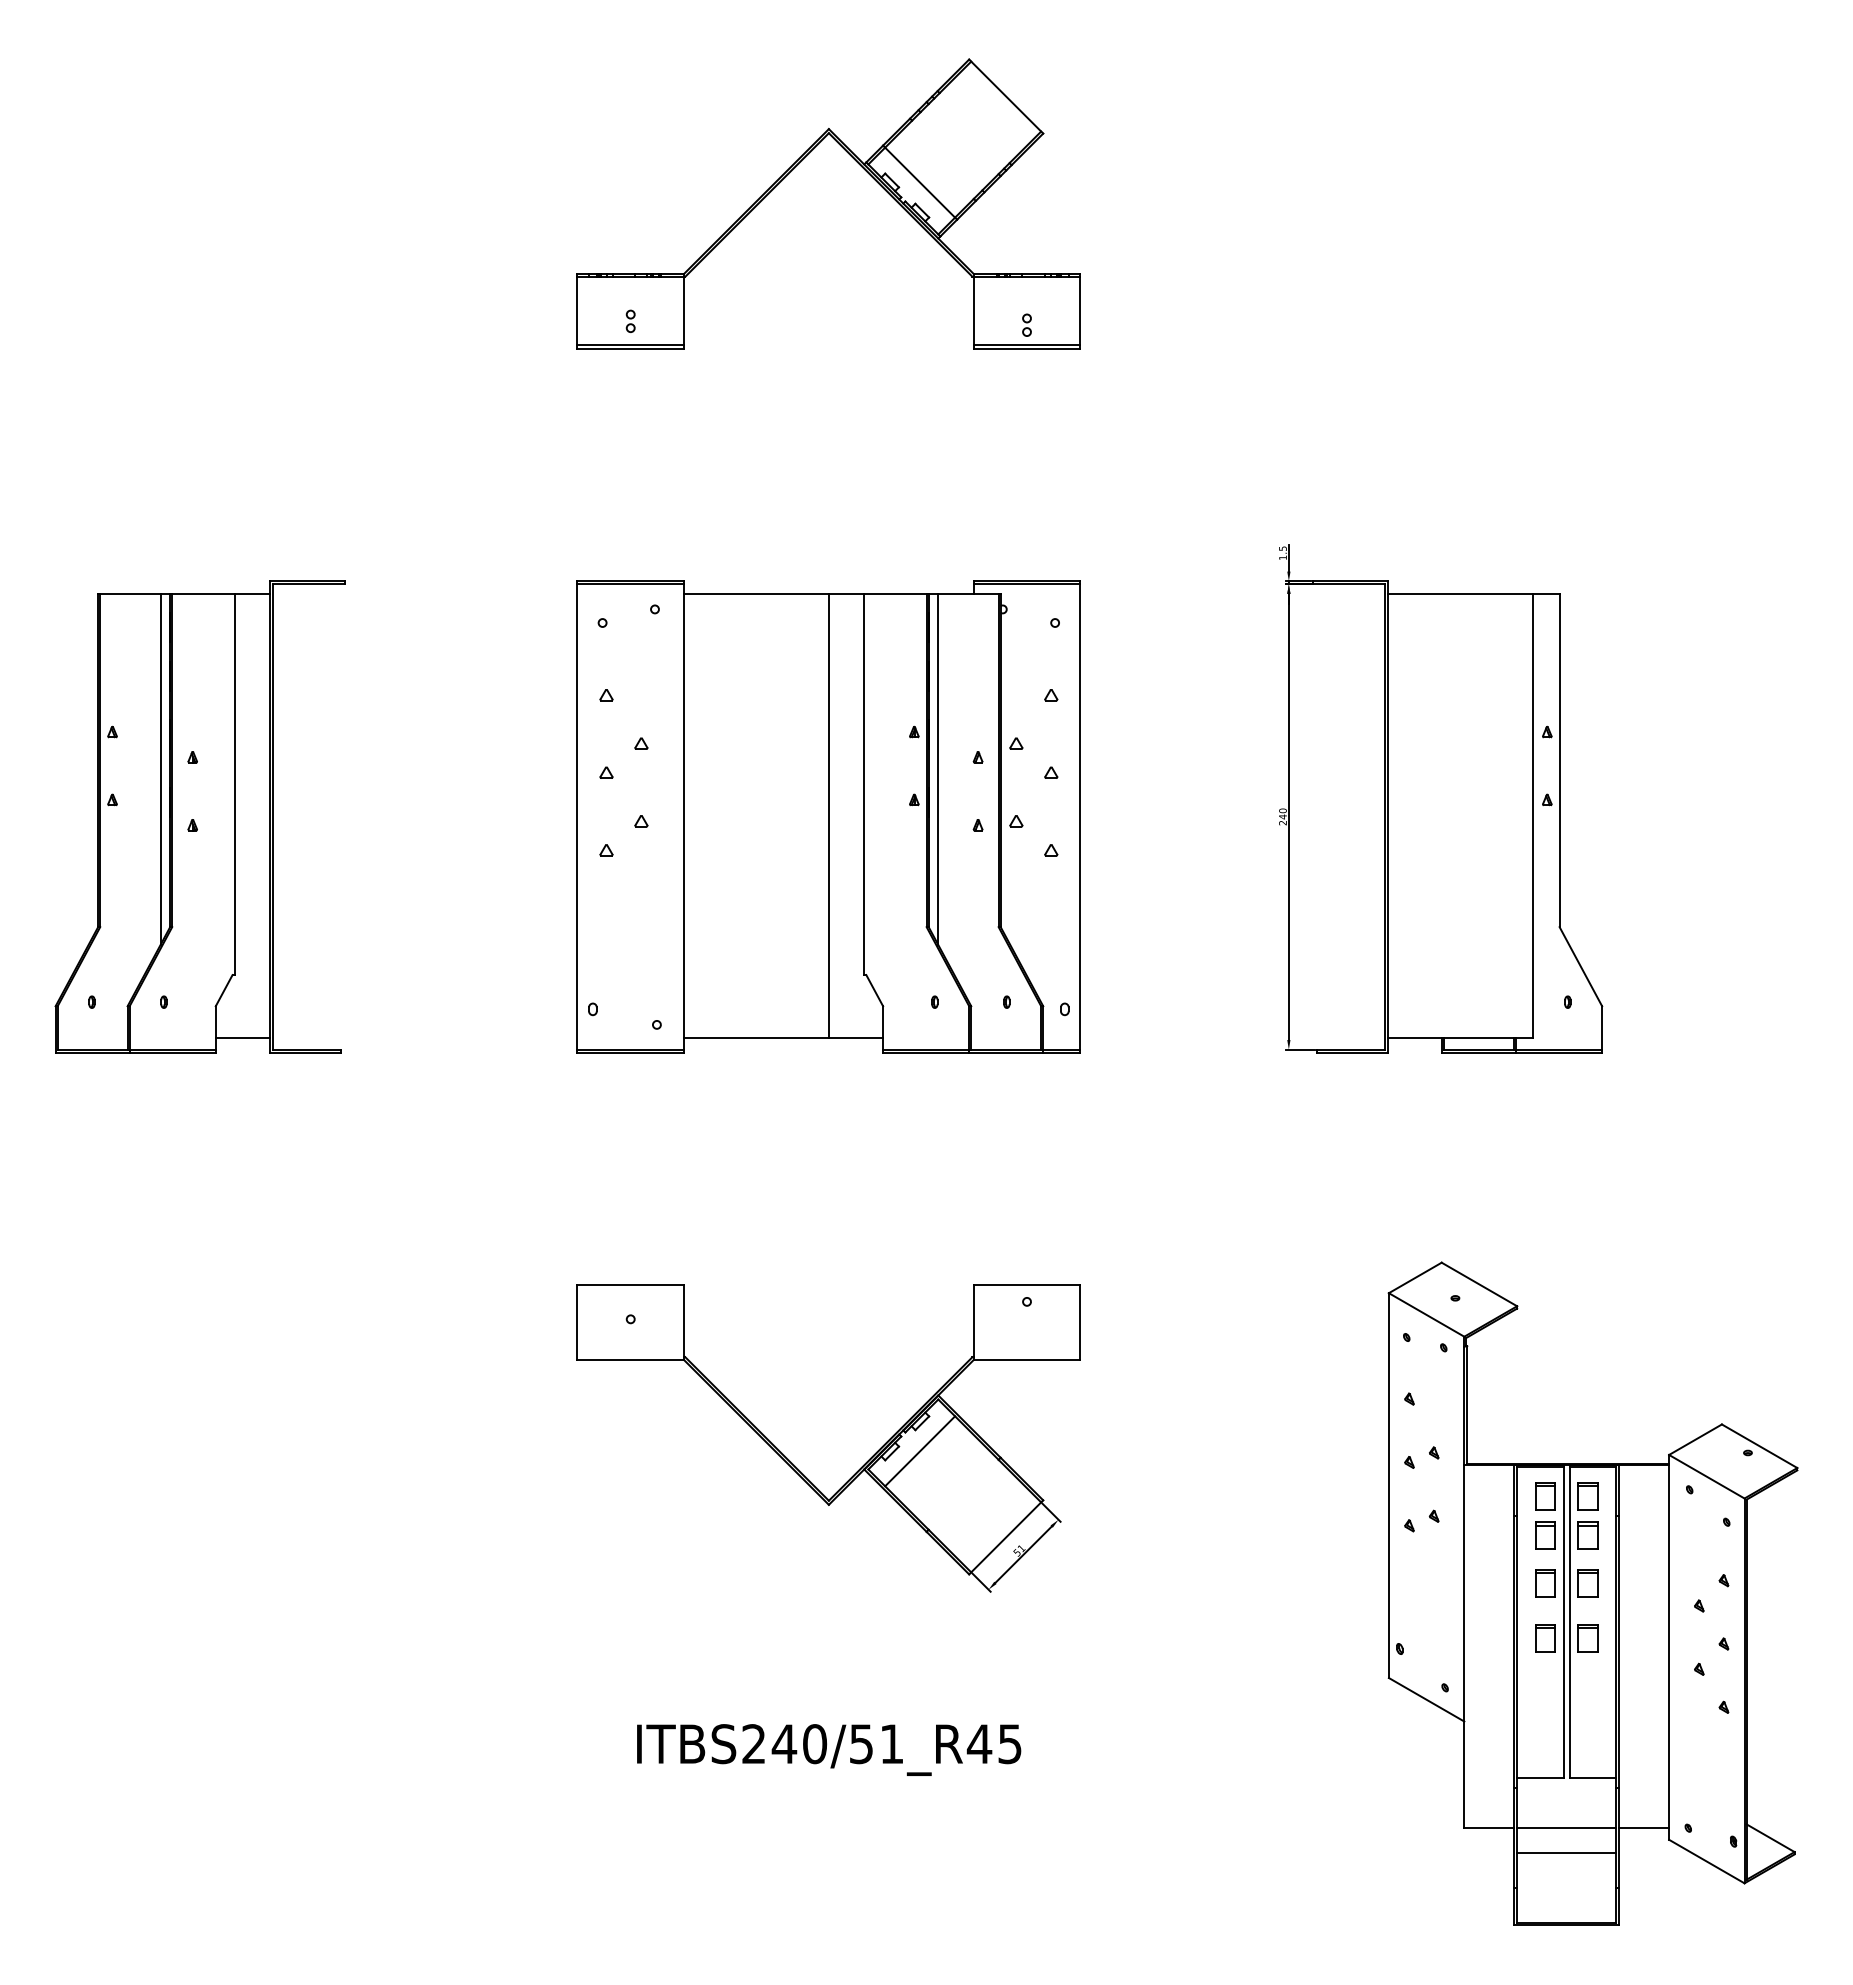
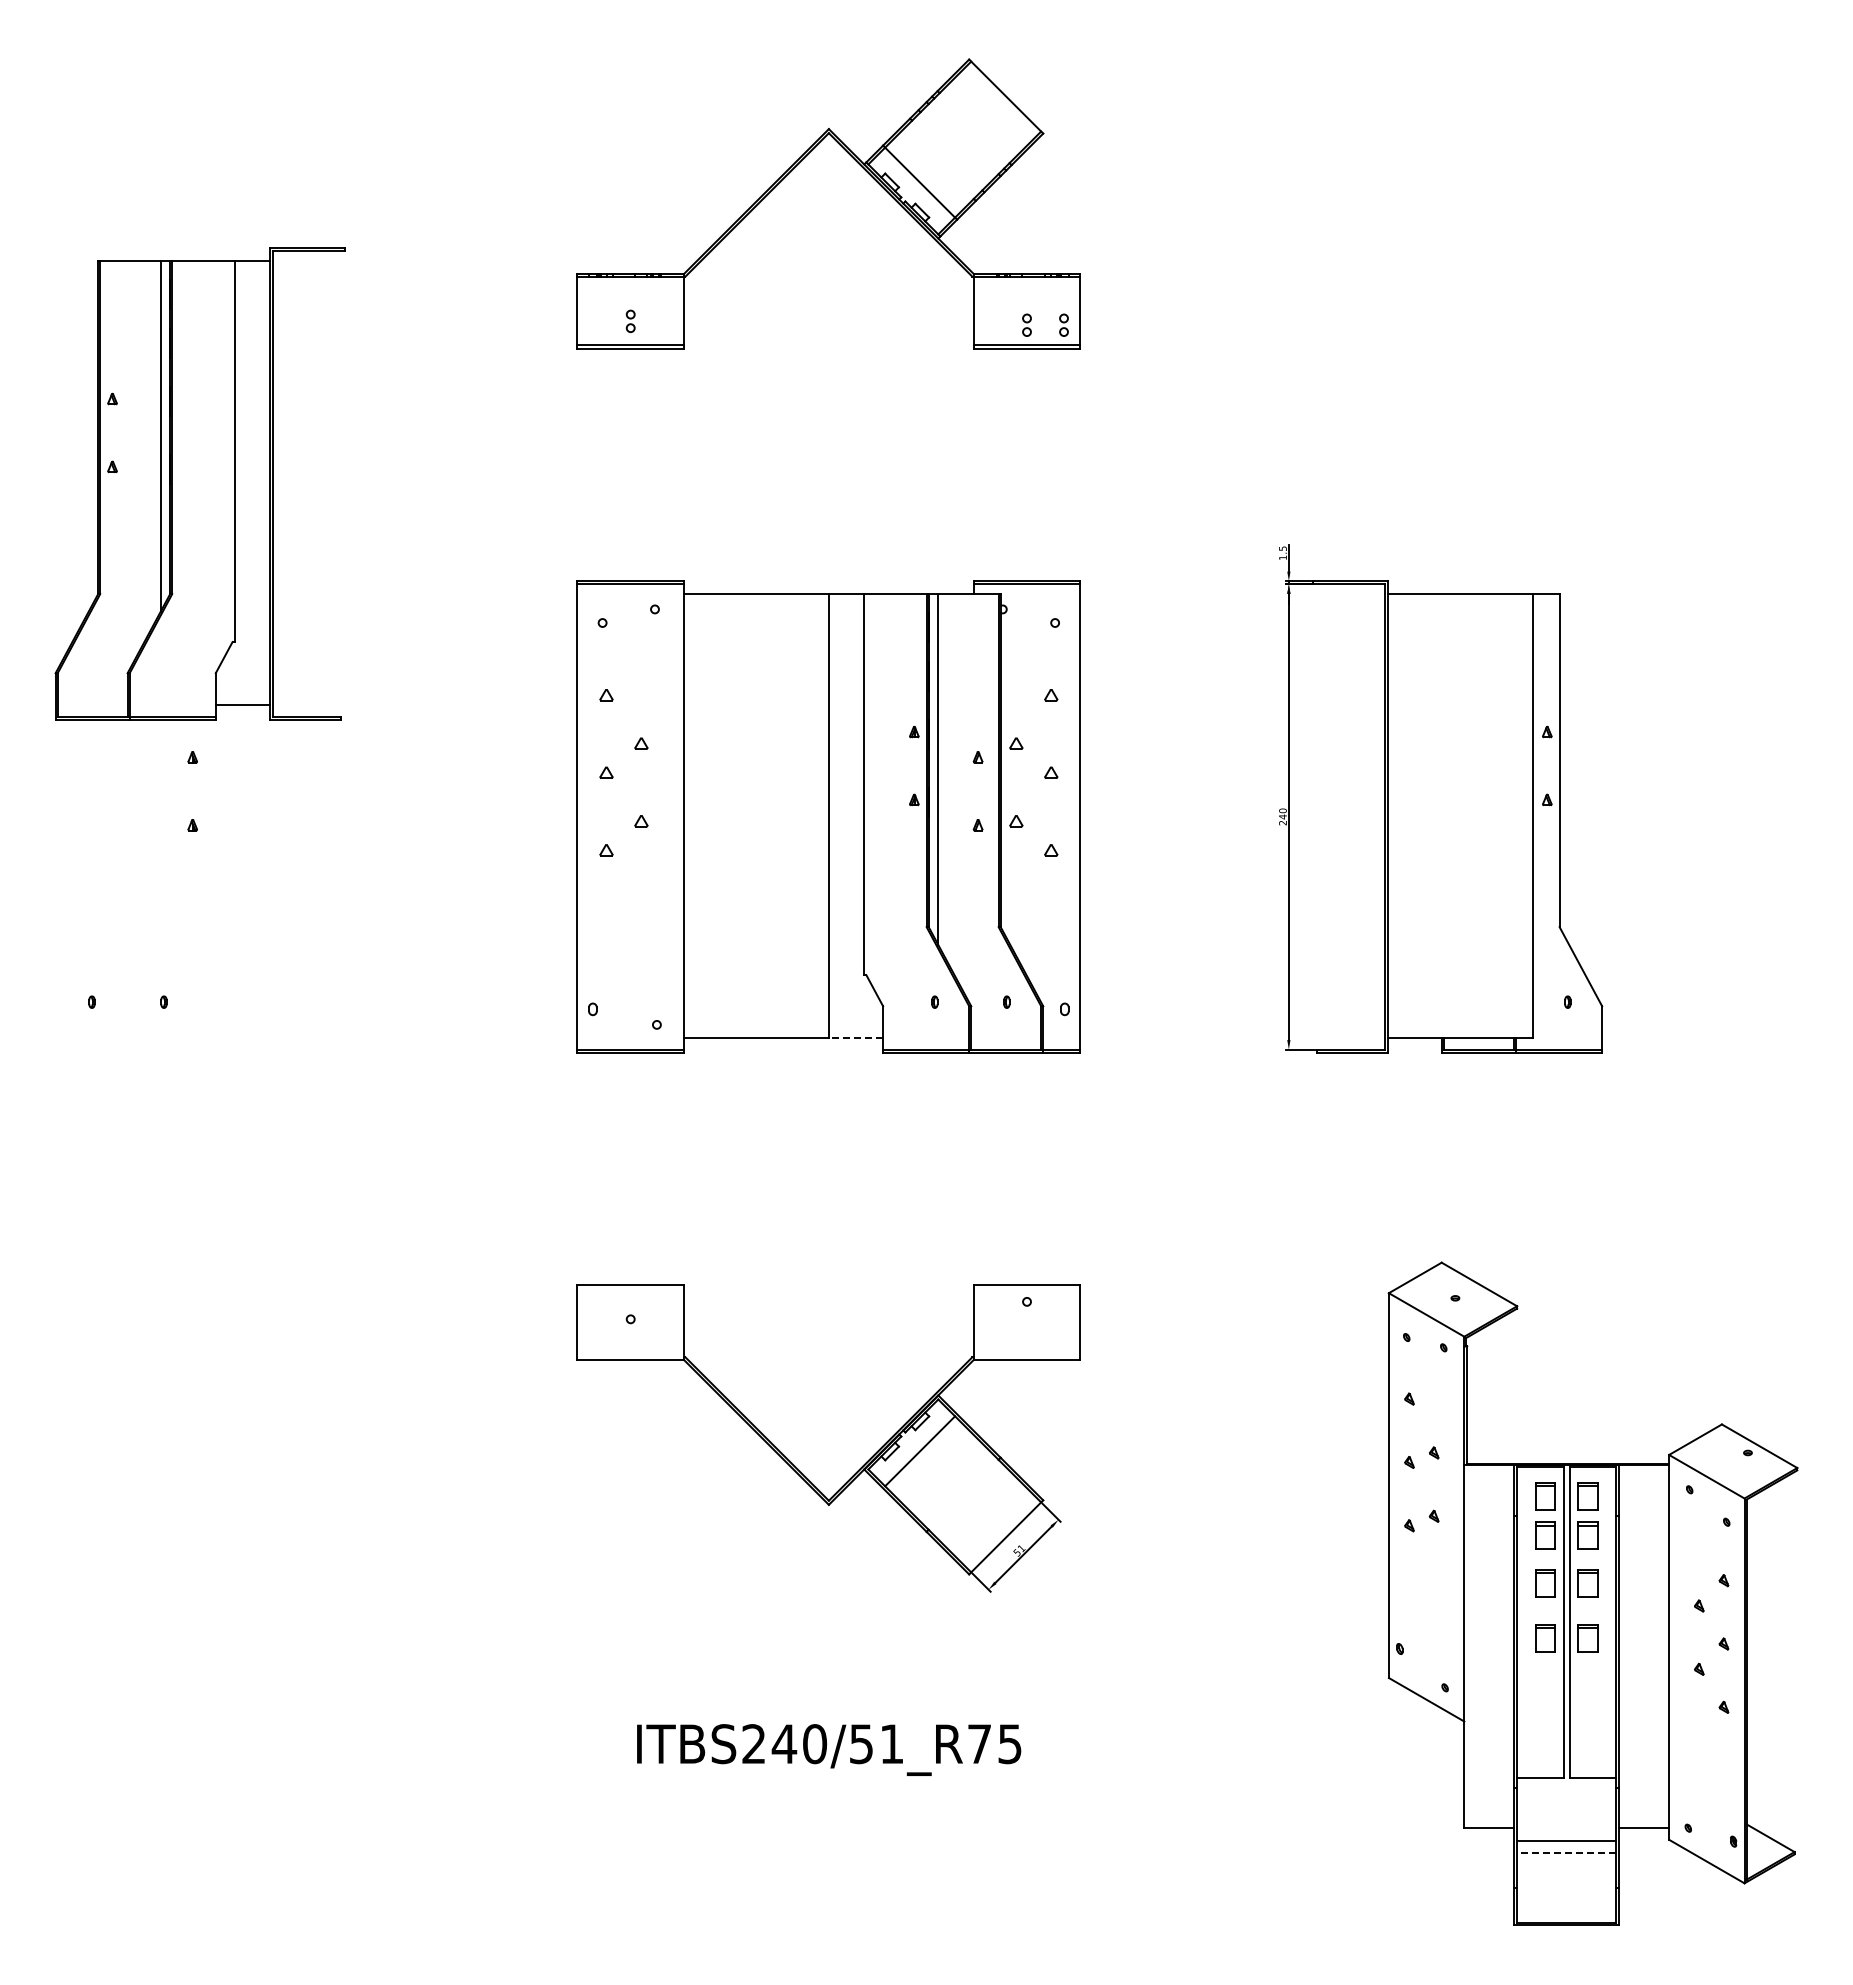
part at (1063, 324): none -> present
part at (199, 816) position: (199, 816) -> (199, 483)
line at (855, 1038): solid -> dashed
text at (979, 1743): ITBS240/51_R45 -> ITBS240/51_R75
line at (1566, 1828) position: (1566, 1828) -> (1566, 1841)
line at (1566, 1852): solid -> dashed
